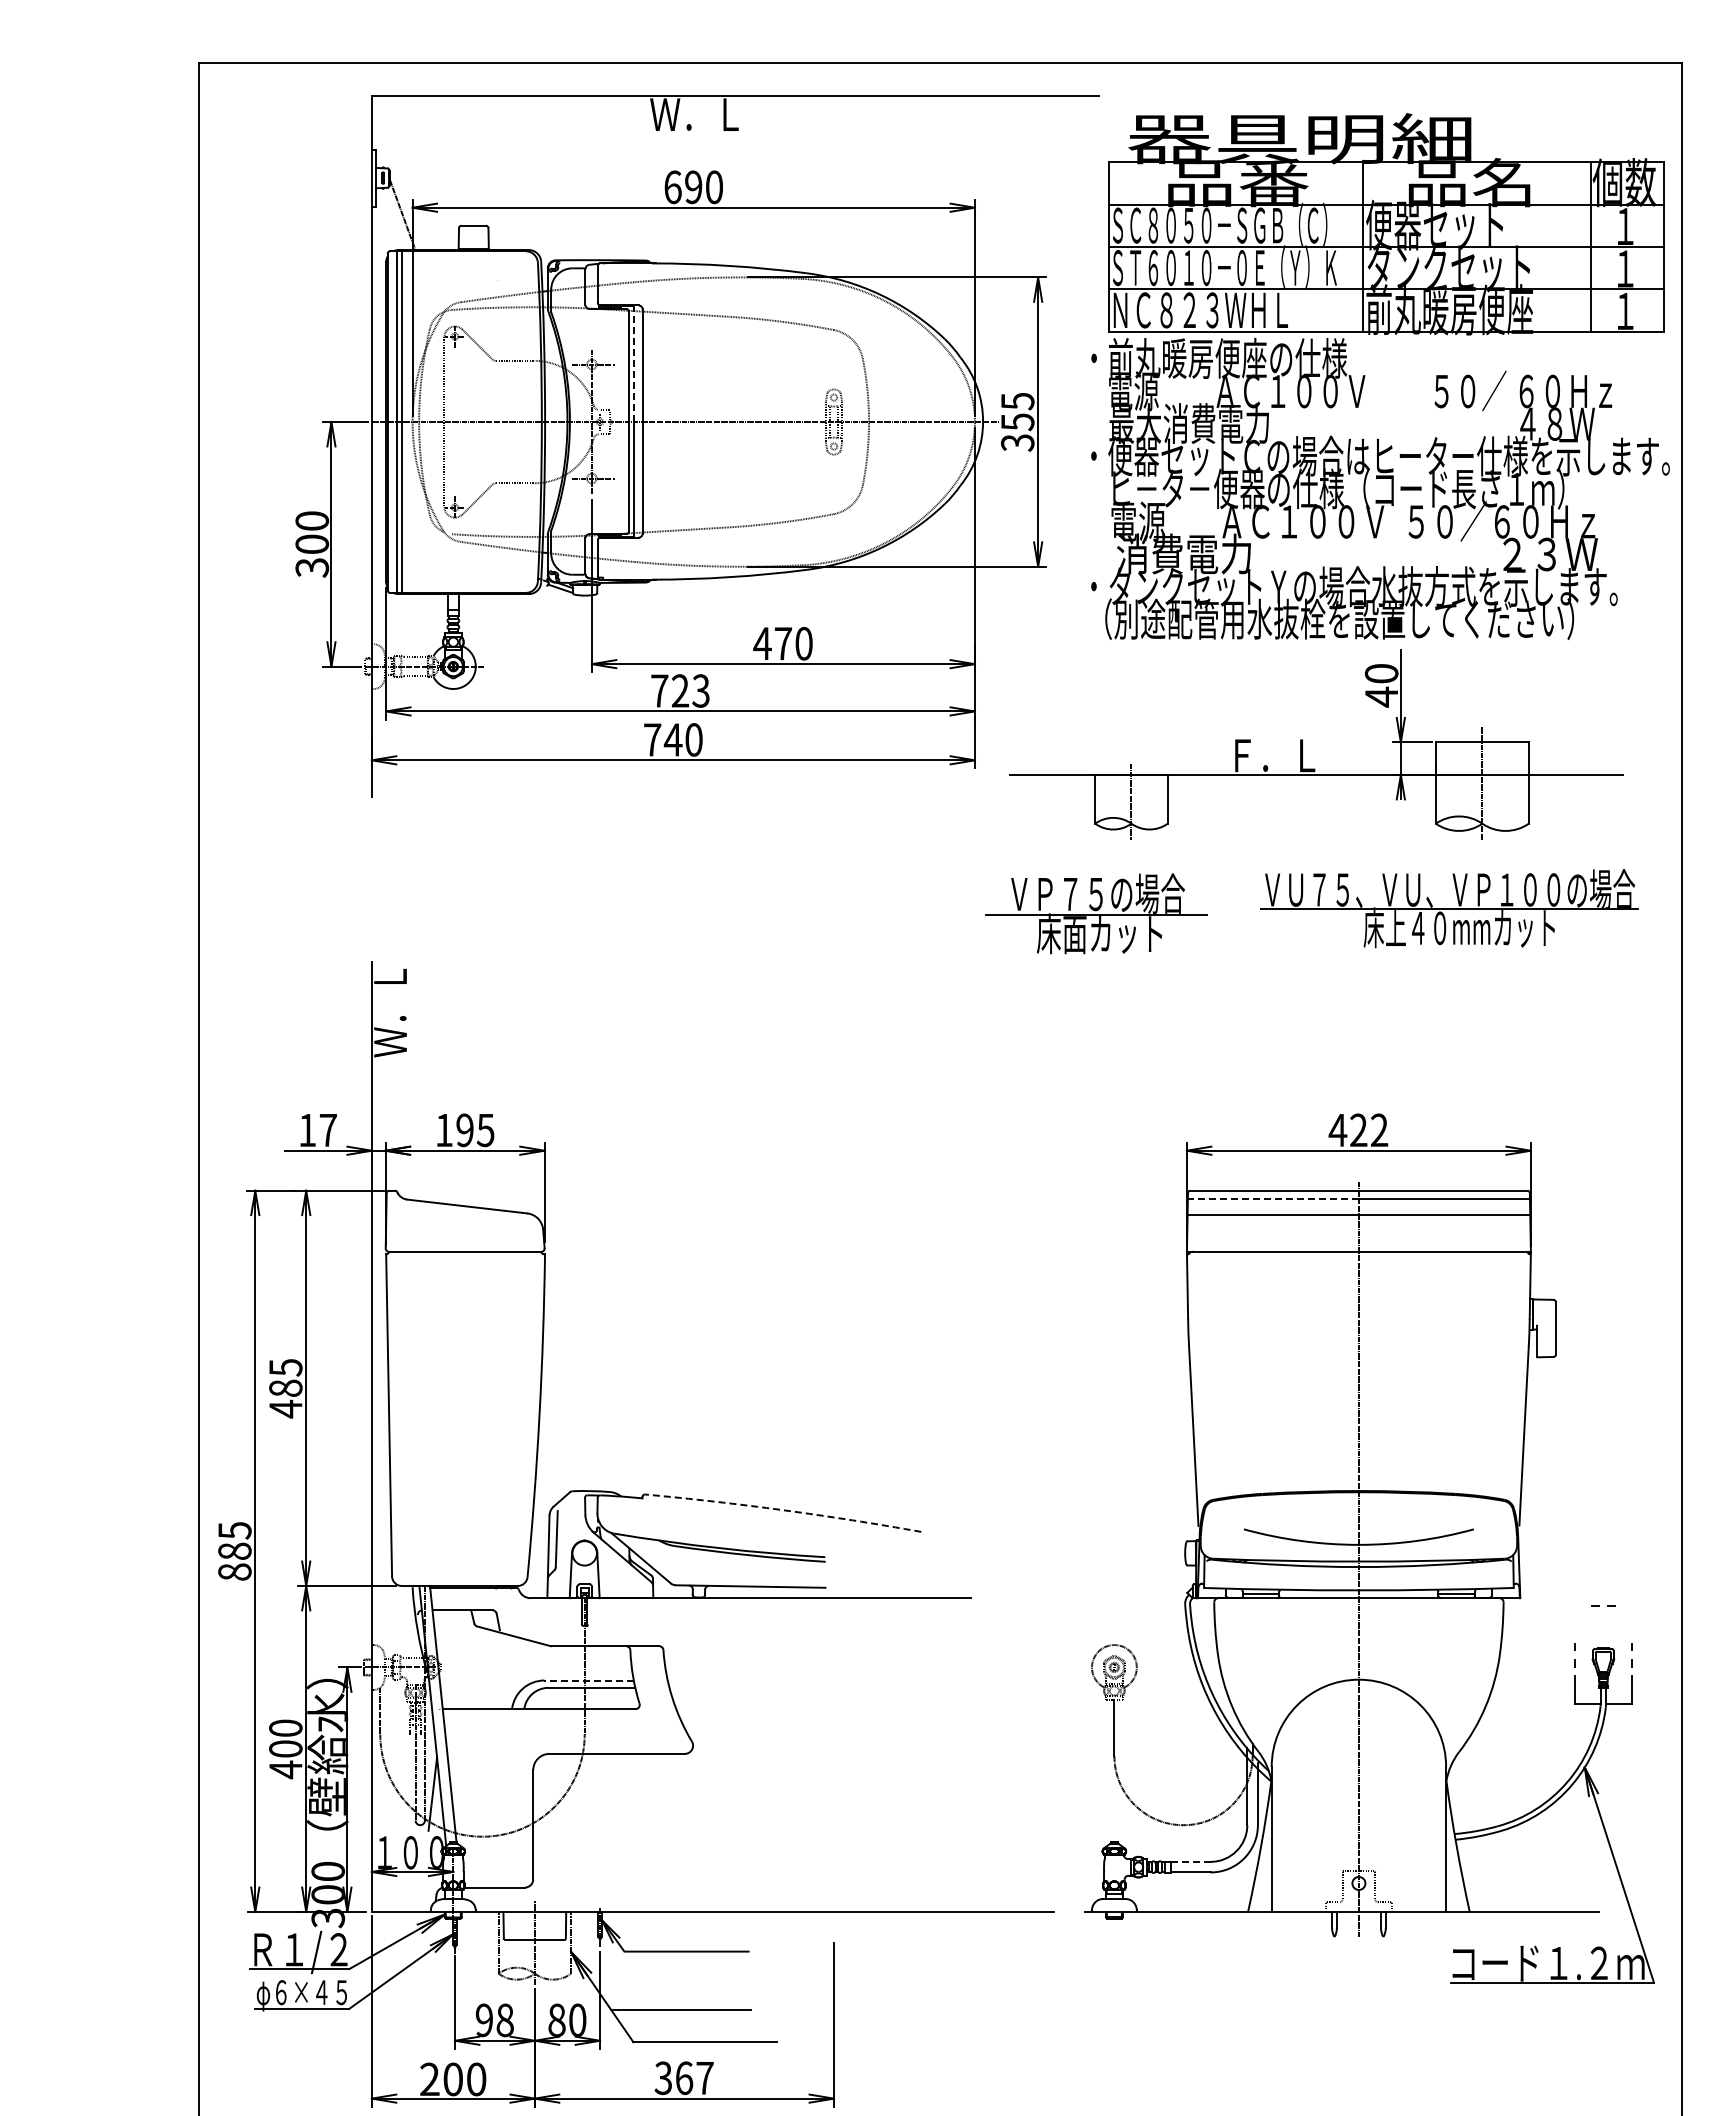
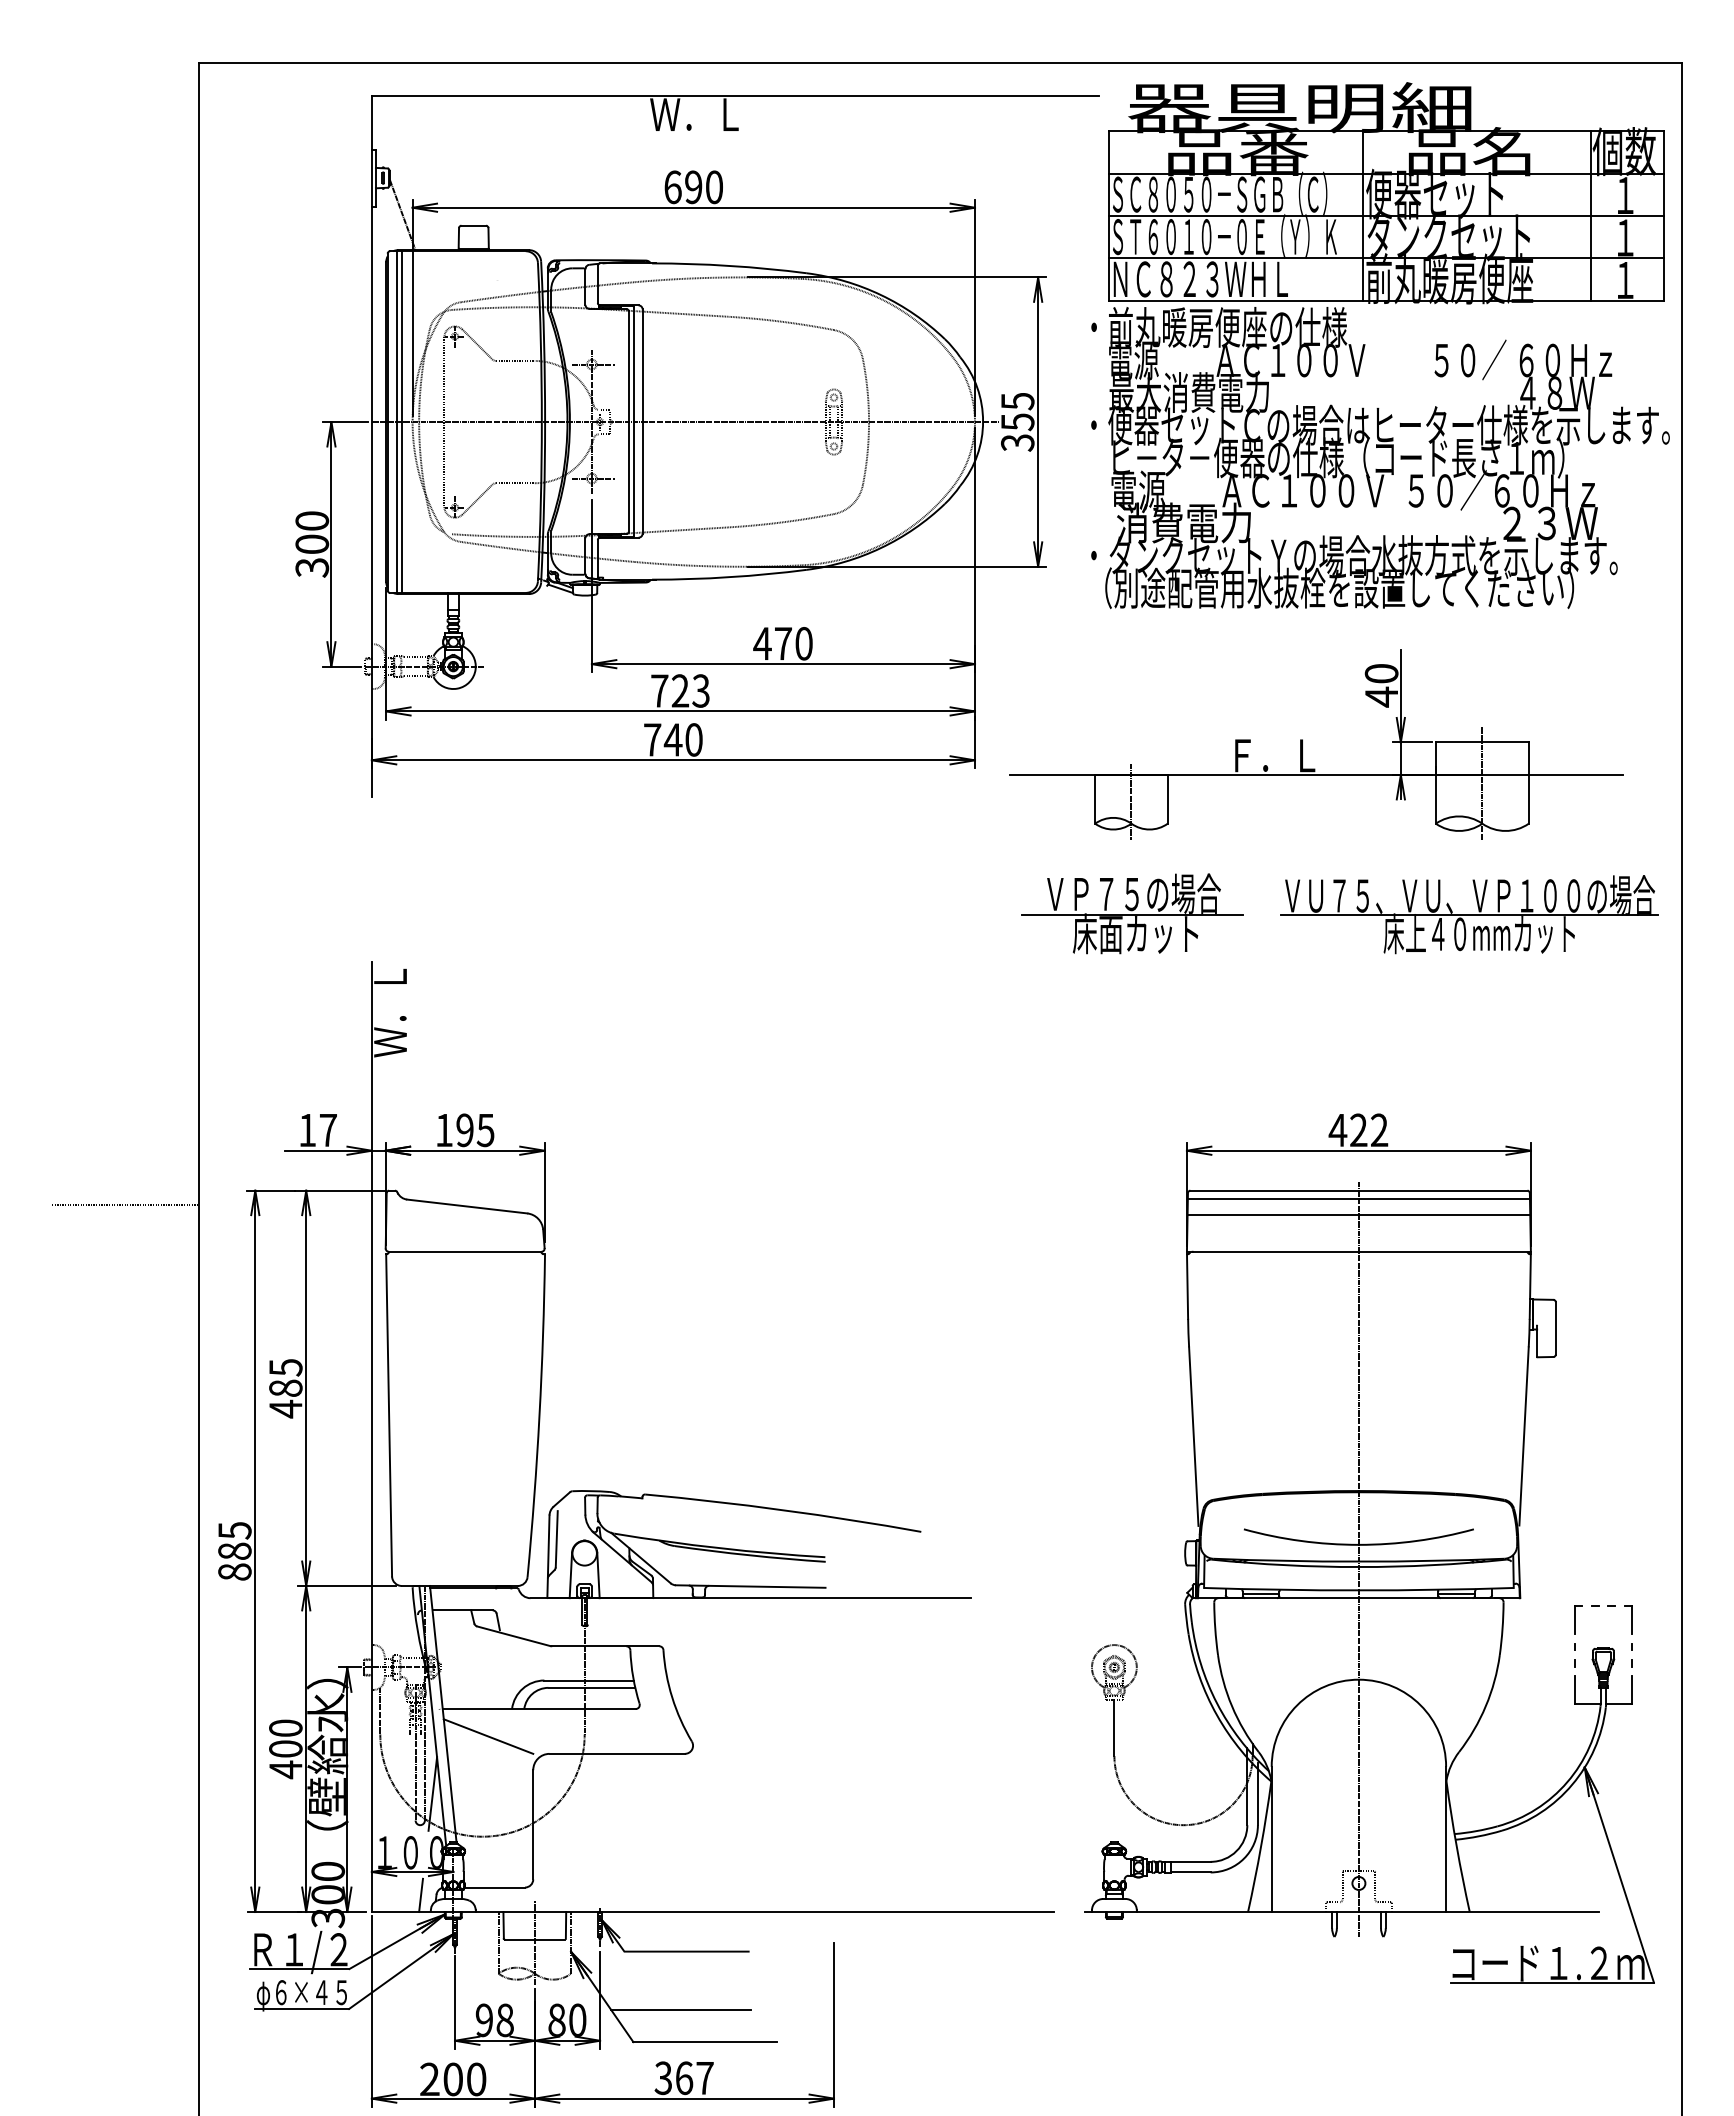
line at (633, 364): dashed -> solid
part at (1365, 376) position: (1365, 376) -> (1365, 345)
part at (1449, 908) position: (1449, 908) -> (1469, 914)
part at (1096, 913) position: (1096, 913) -> (1132, 913)
line at (1273, 1198): dashed -> solid
line at (124, 1204): none -> present
arc at (783, 1510): dashed -> solid
part at (1578, 1619): none -> present
part at (1628, 1619): none -> present
line at (589, 1680): dashed -> solid
line at (488, 1736): none -> present
line at (1190, 1861): dashed -> solid
line at (420, 1894): none -> present
